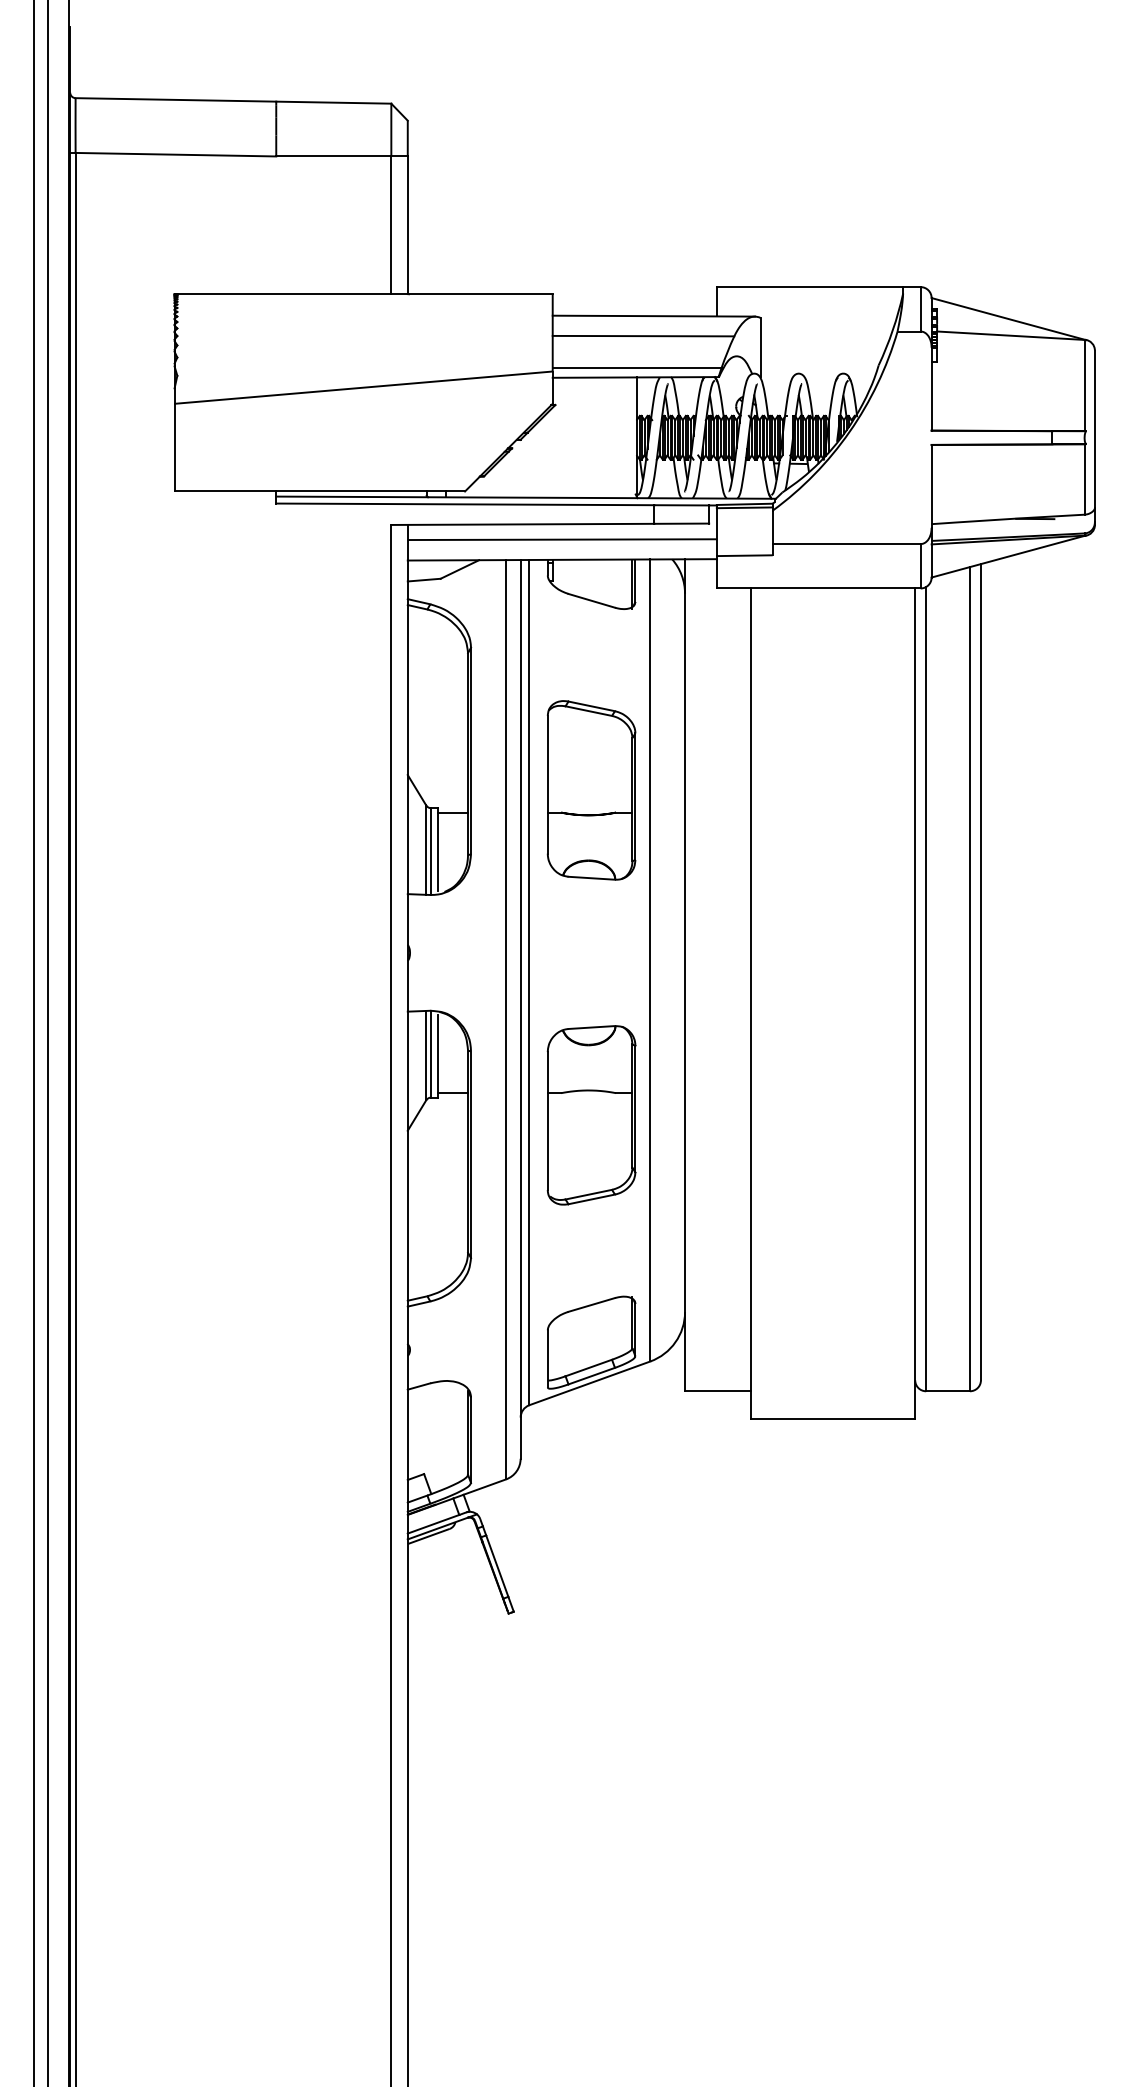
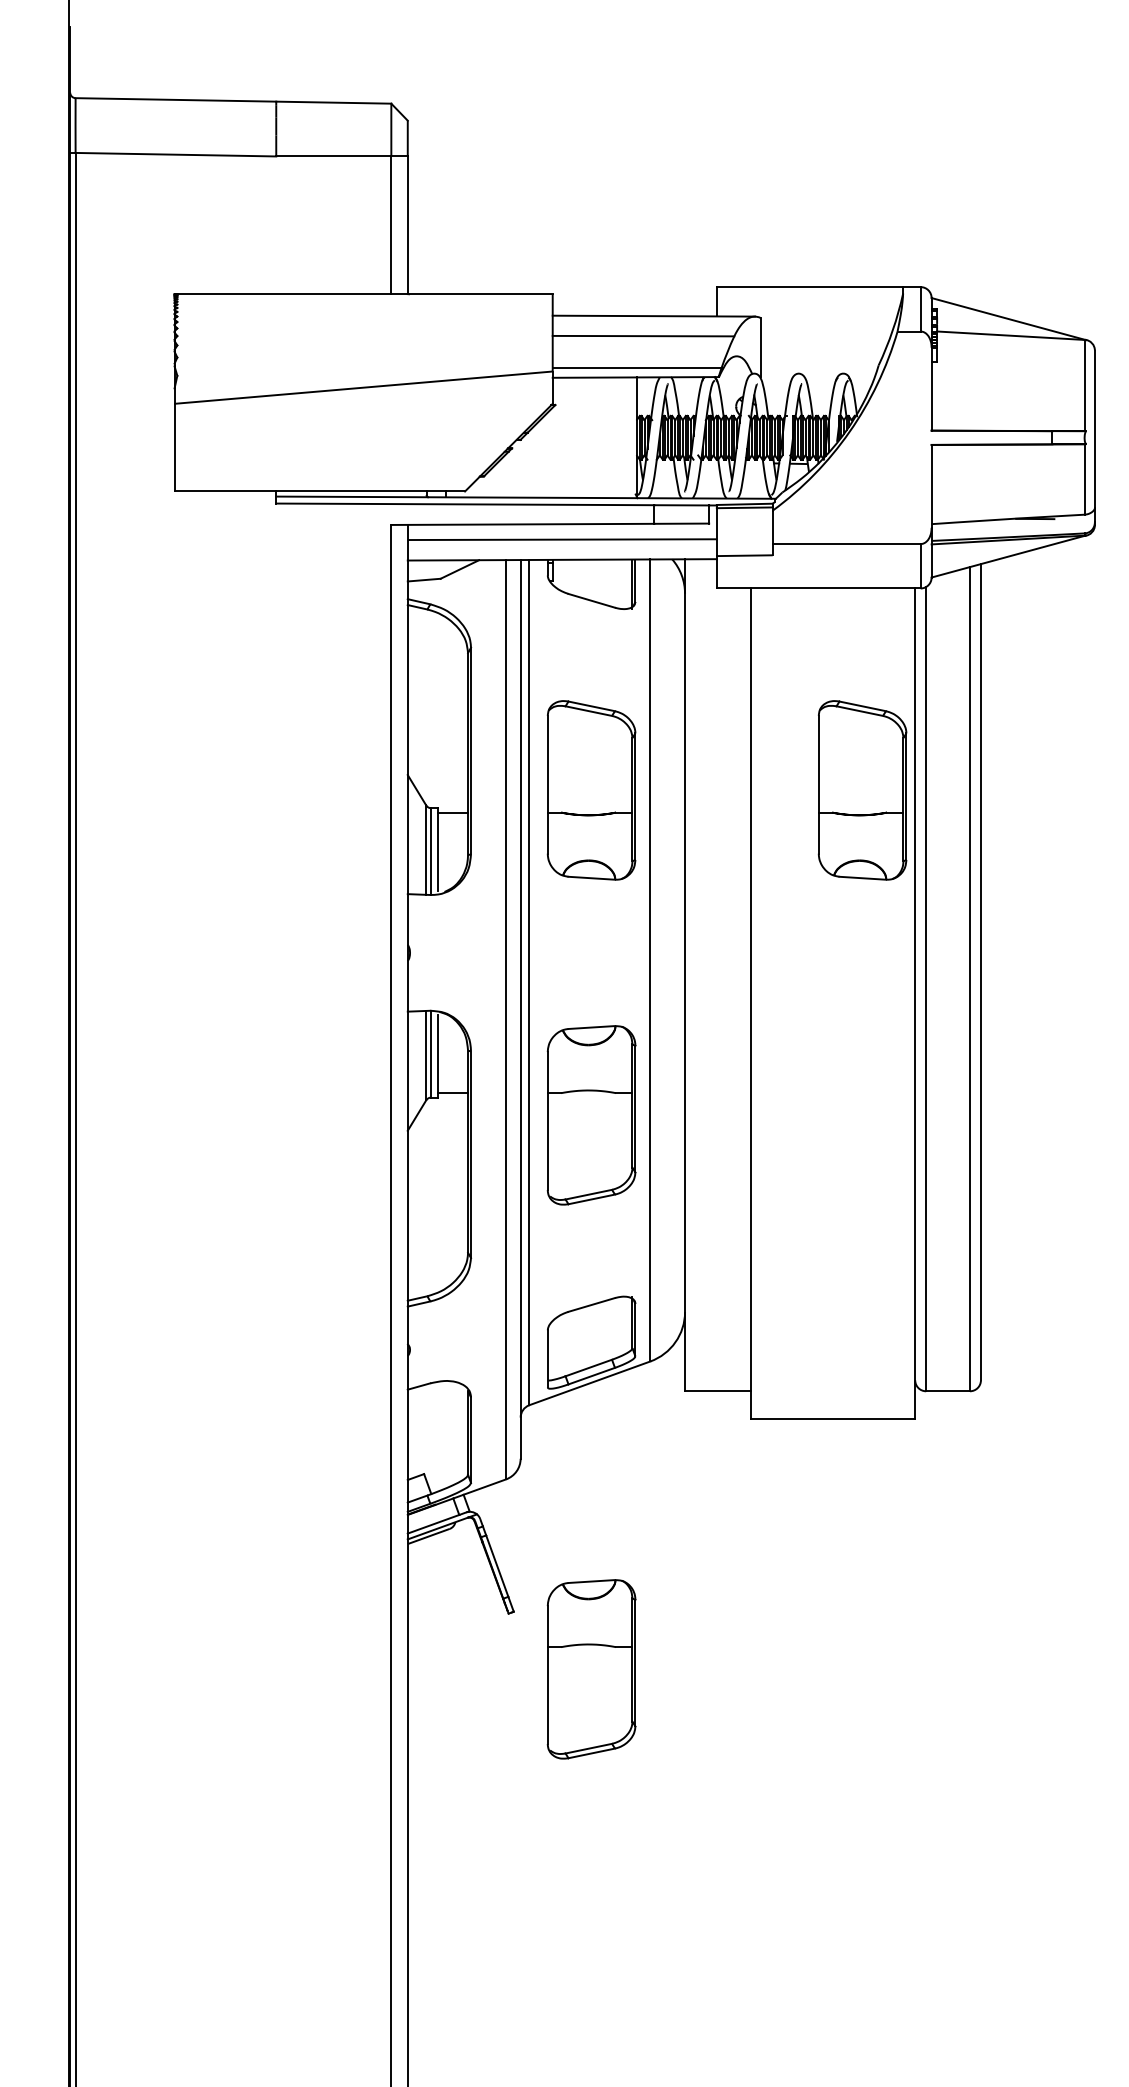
part at (862, 790): none -> present
line at (34, 1042): present -> none
line at (47, 1042): present -> none
part at (591, 1669): none -> present
